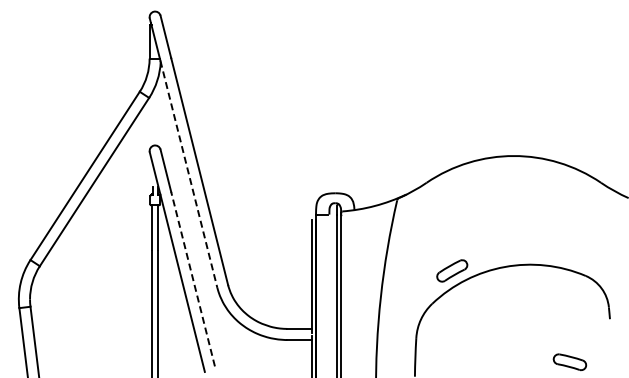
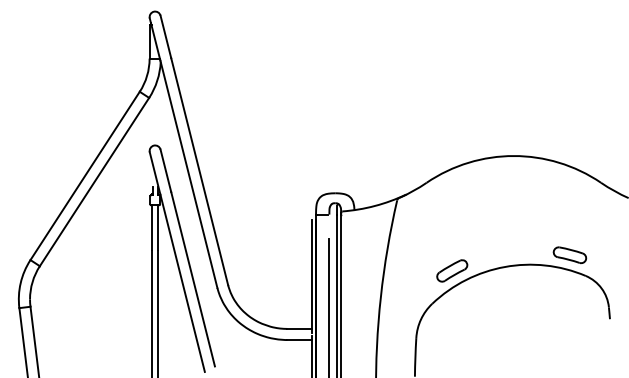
line at (189, 174): dashed -> solid
line at (193, 279): dashed -> solid
line at (329, 306): none -> present
part at (569, 362) position: (569, 362) -> (569, 255)
